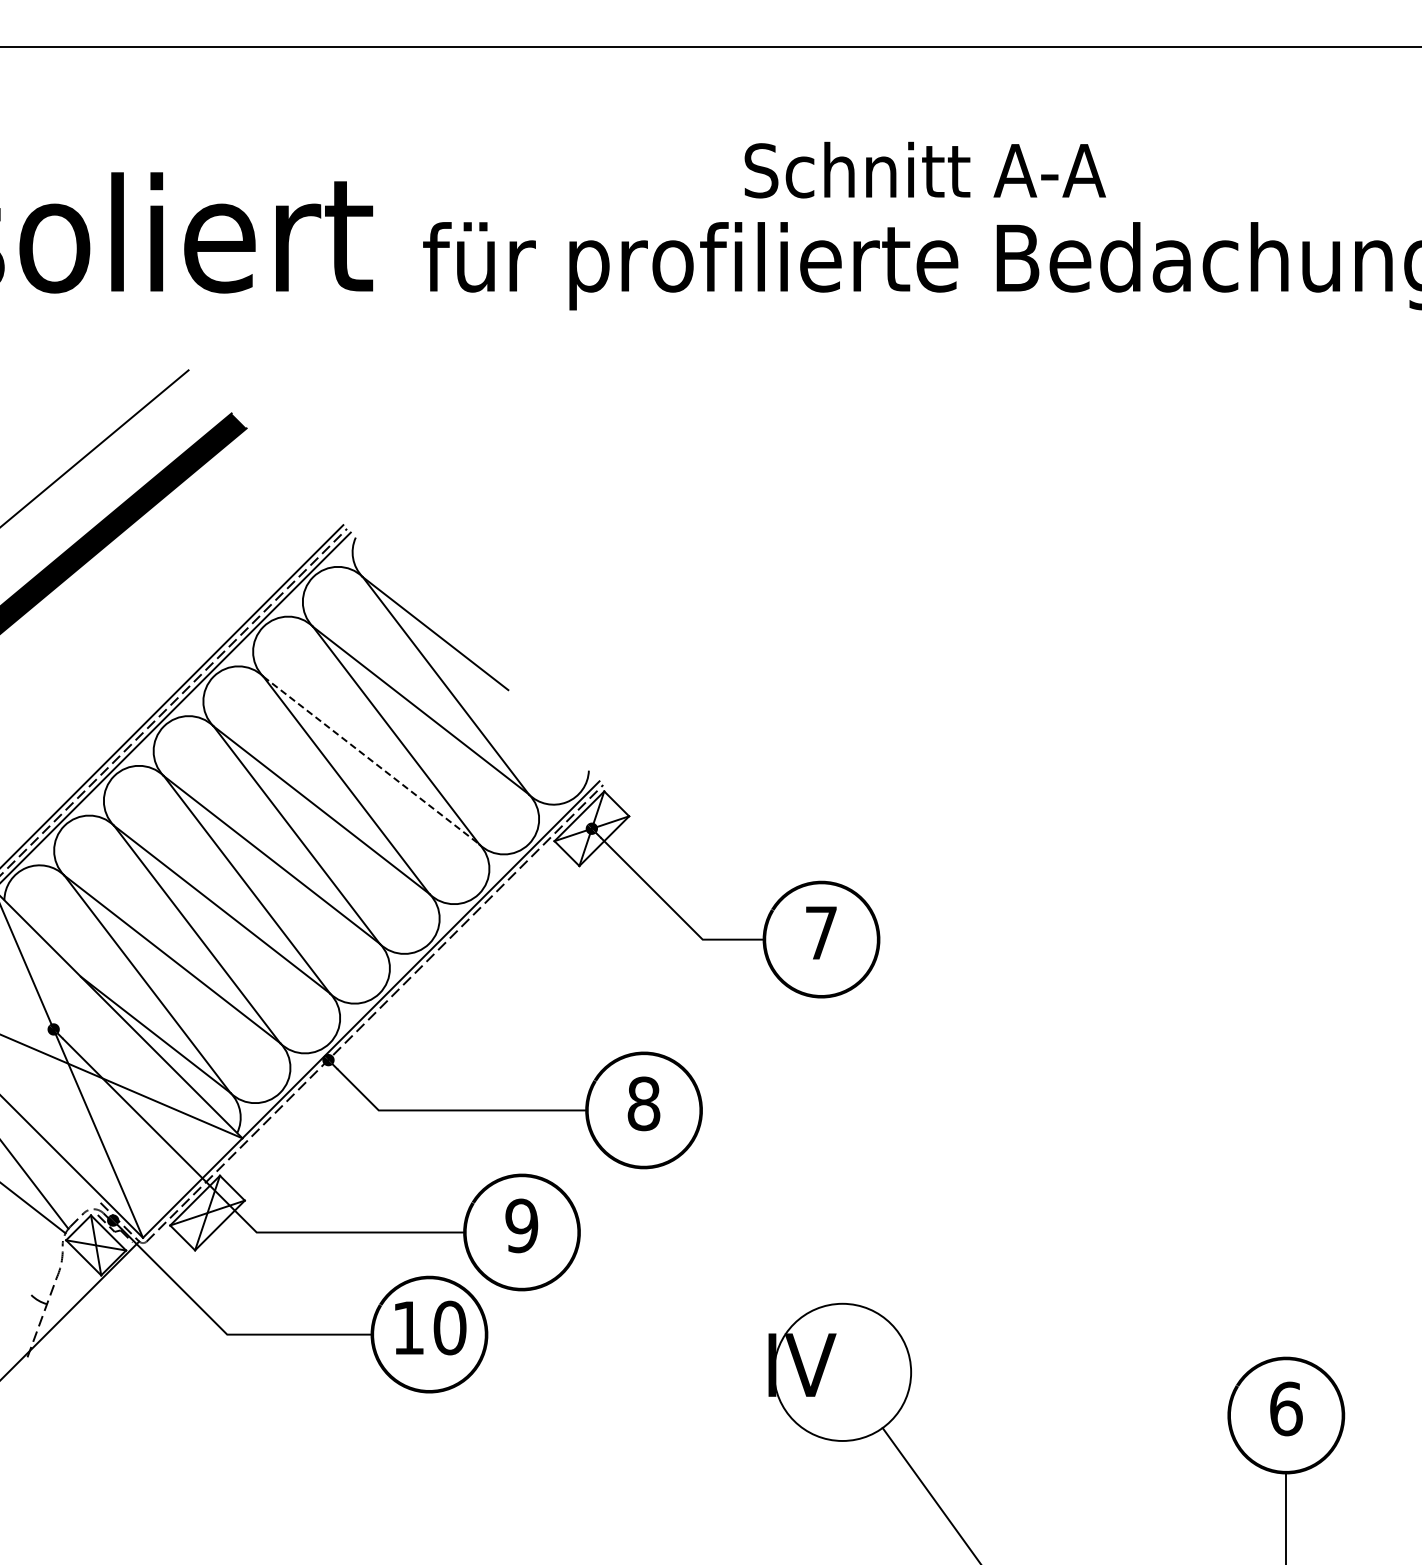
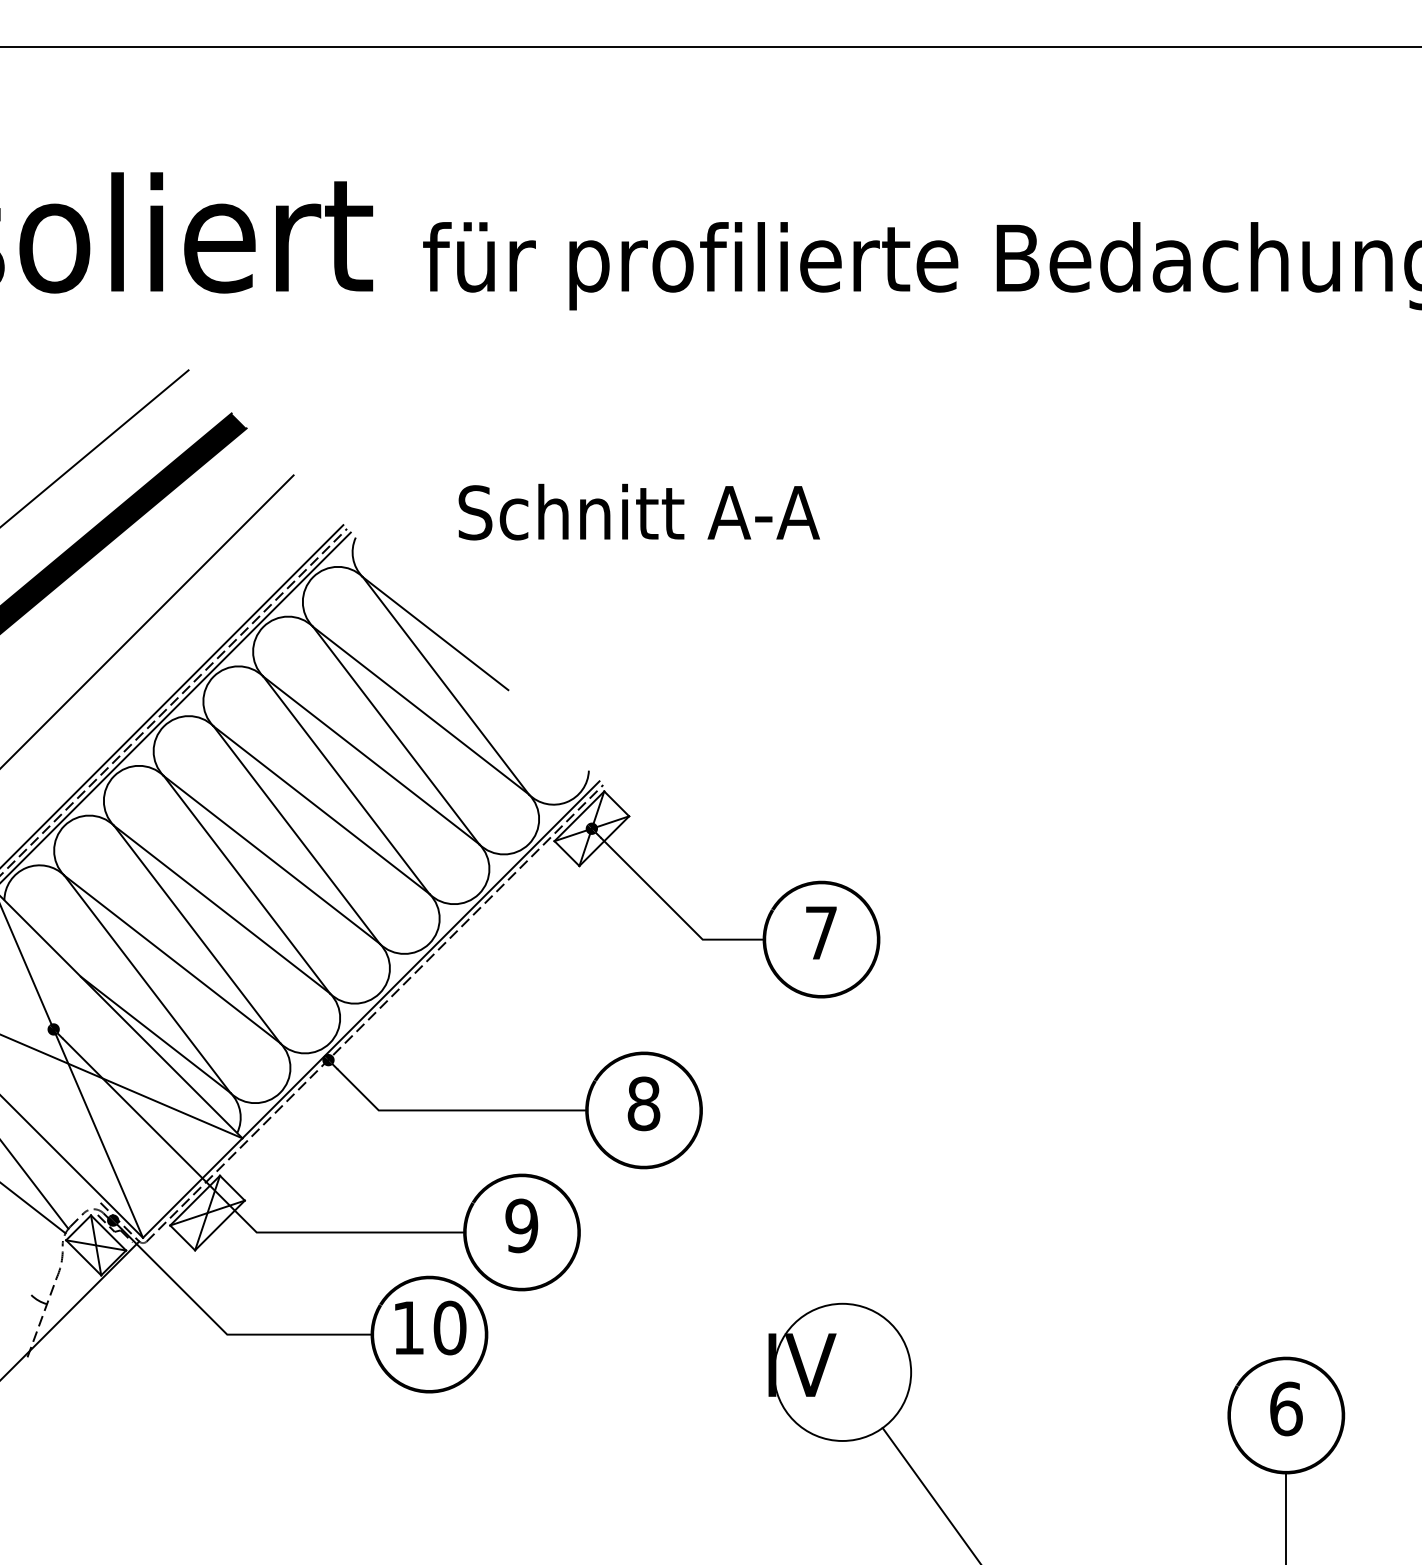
text at (924, 169) position: (924, 169) -> (638, 511)
line at (147, 620): none -> present
line at (371, 760): dashed -> solid
